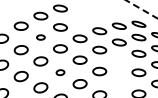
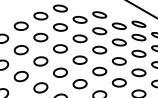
line at (141, 9): dashed -> solid
part at (89, 17): none -> present
part at (40, 37) size: 10x7 px -> 16x11 px
part at (119, 61): none -> present
part at (60, 72) size: 11x8 px -> 15x11 px
part at (118, 82): none -> present
